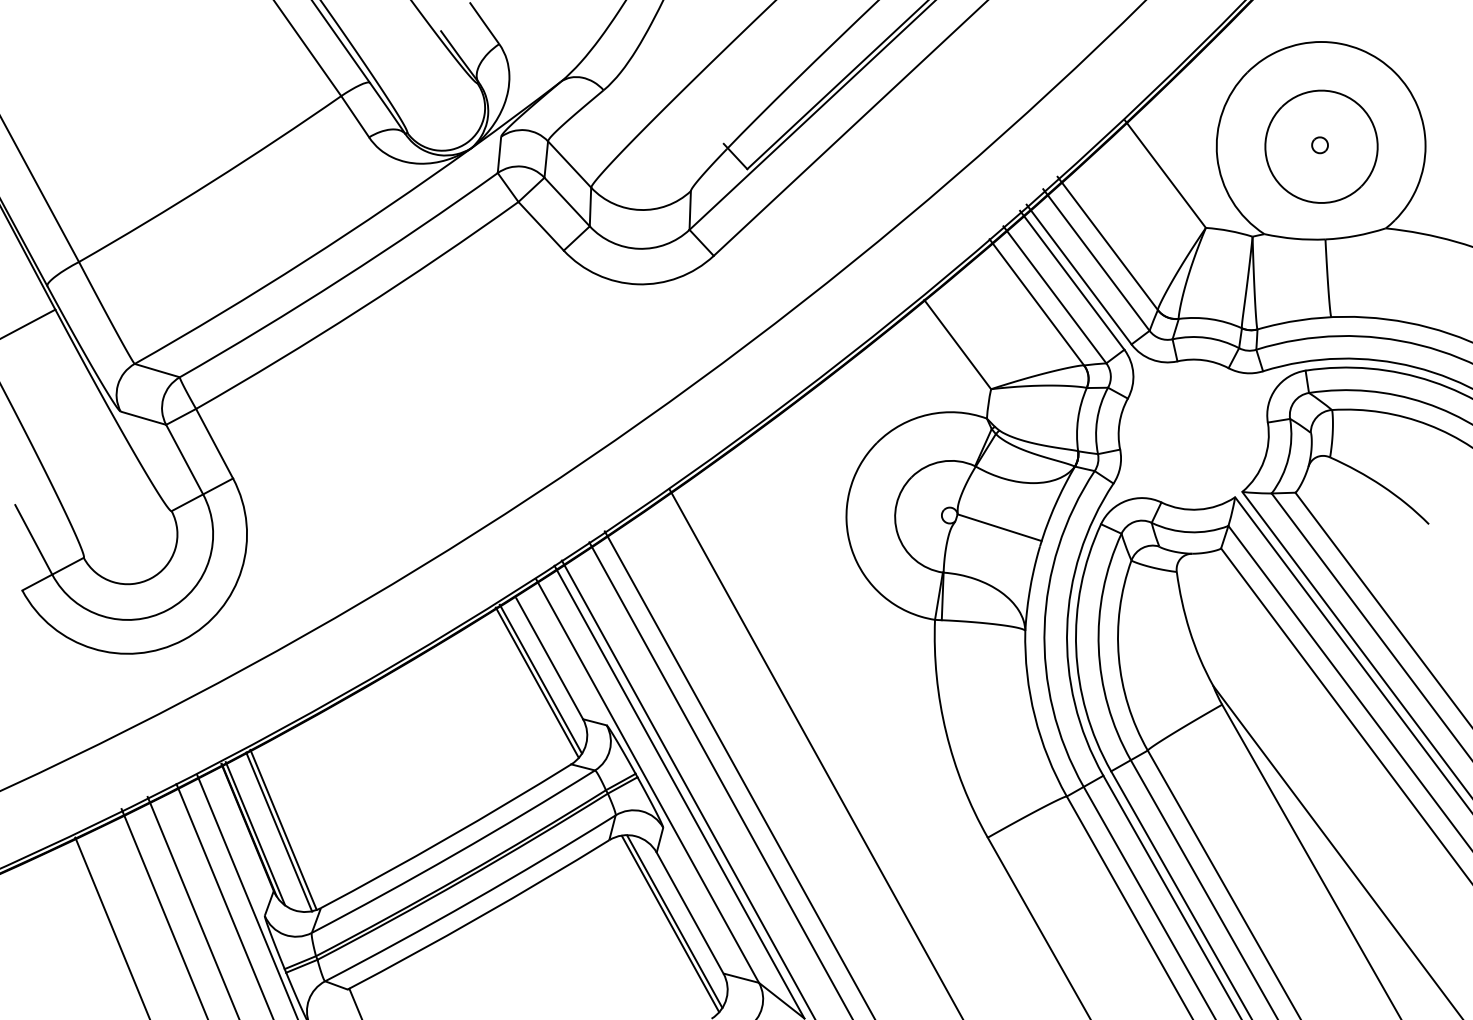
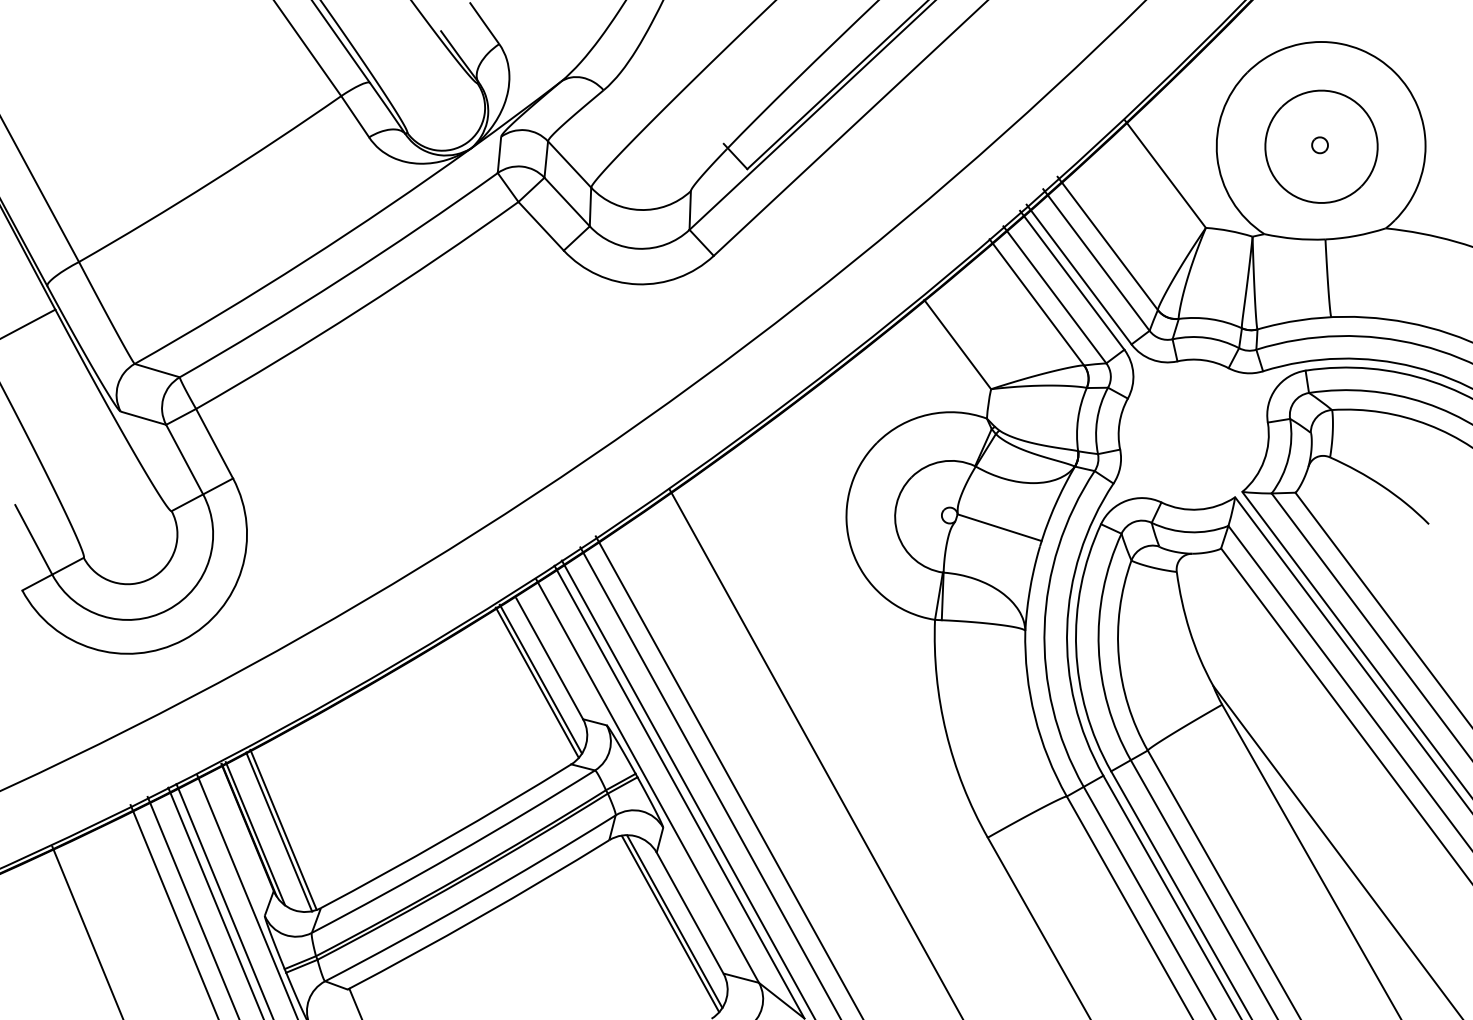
line at (738, 773) position: (738, 773) -> (728, 776)
line at (720, 779) position: (720, 779) -> (709, 781)
line at (215, 901): none -> present
line at (163, 912) position: (163, 912) -> (173, 910)
line at (111, 926) position: (111, 926) -> (87, 931)
